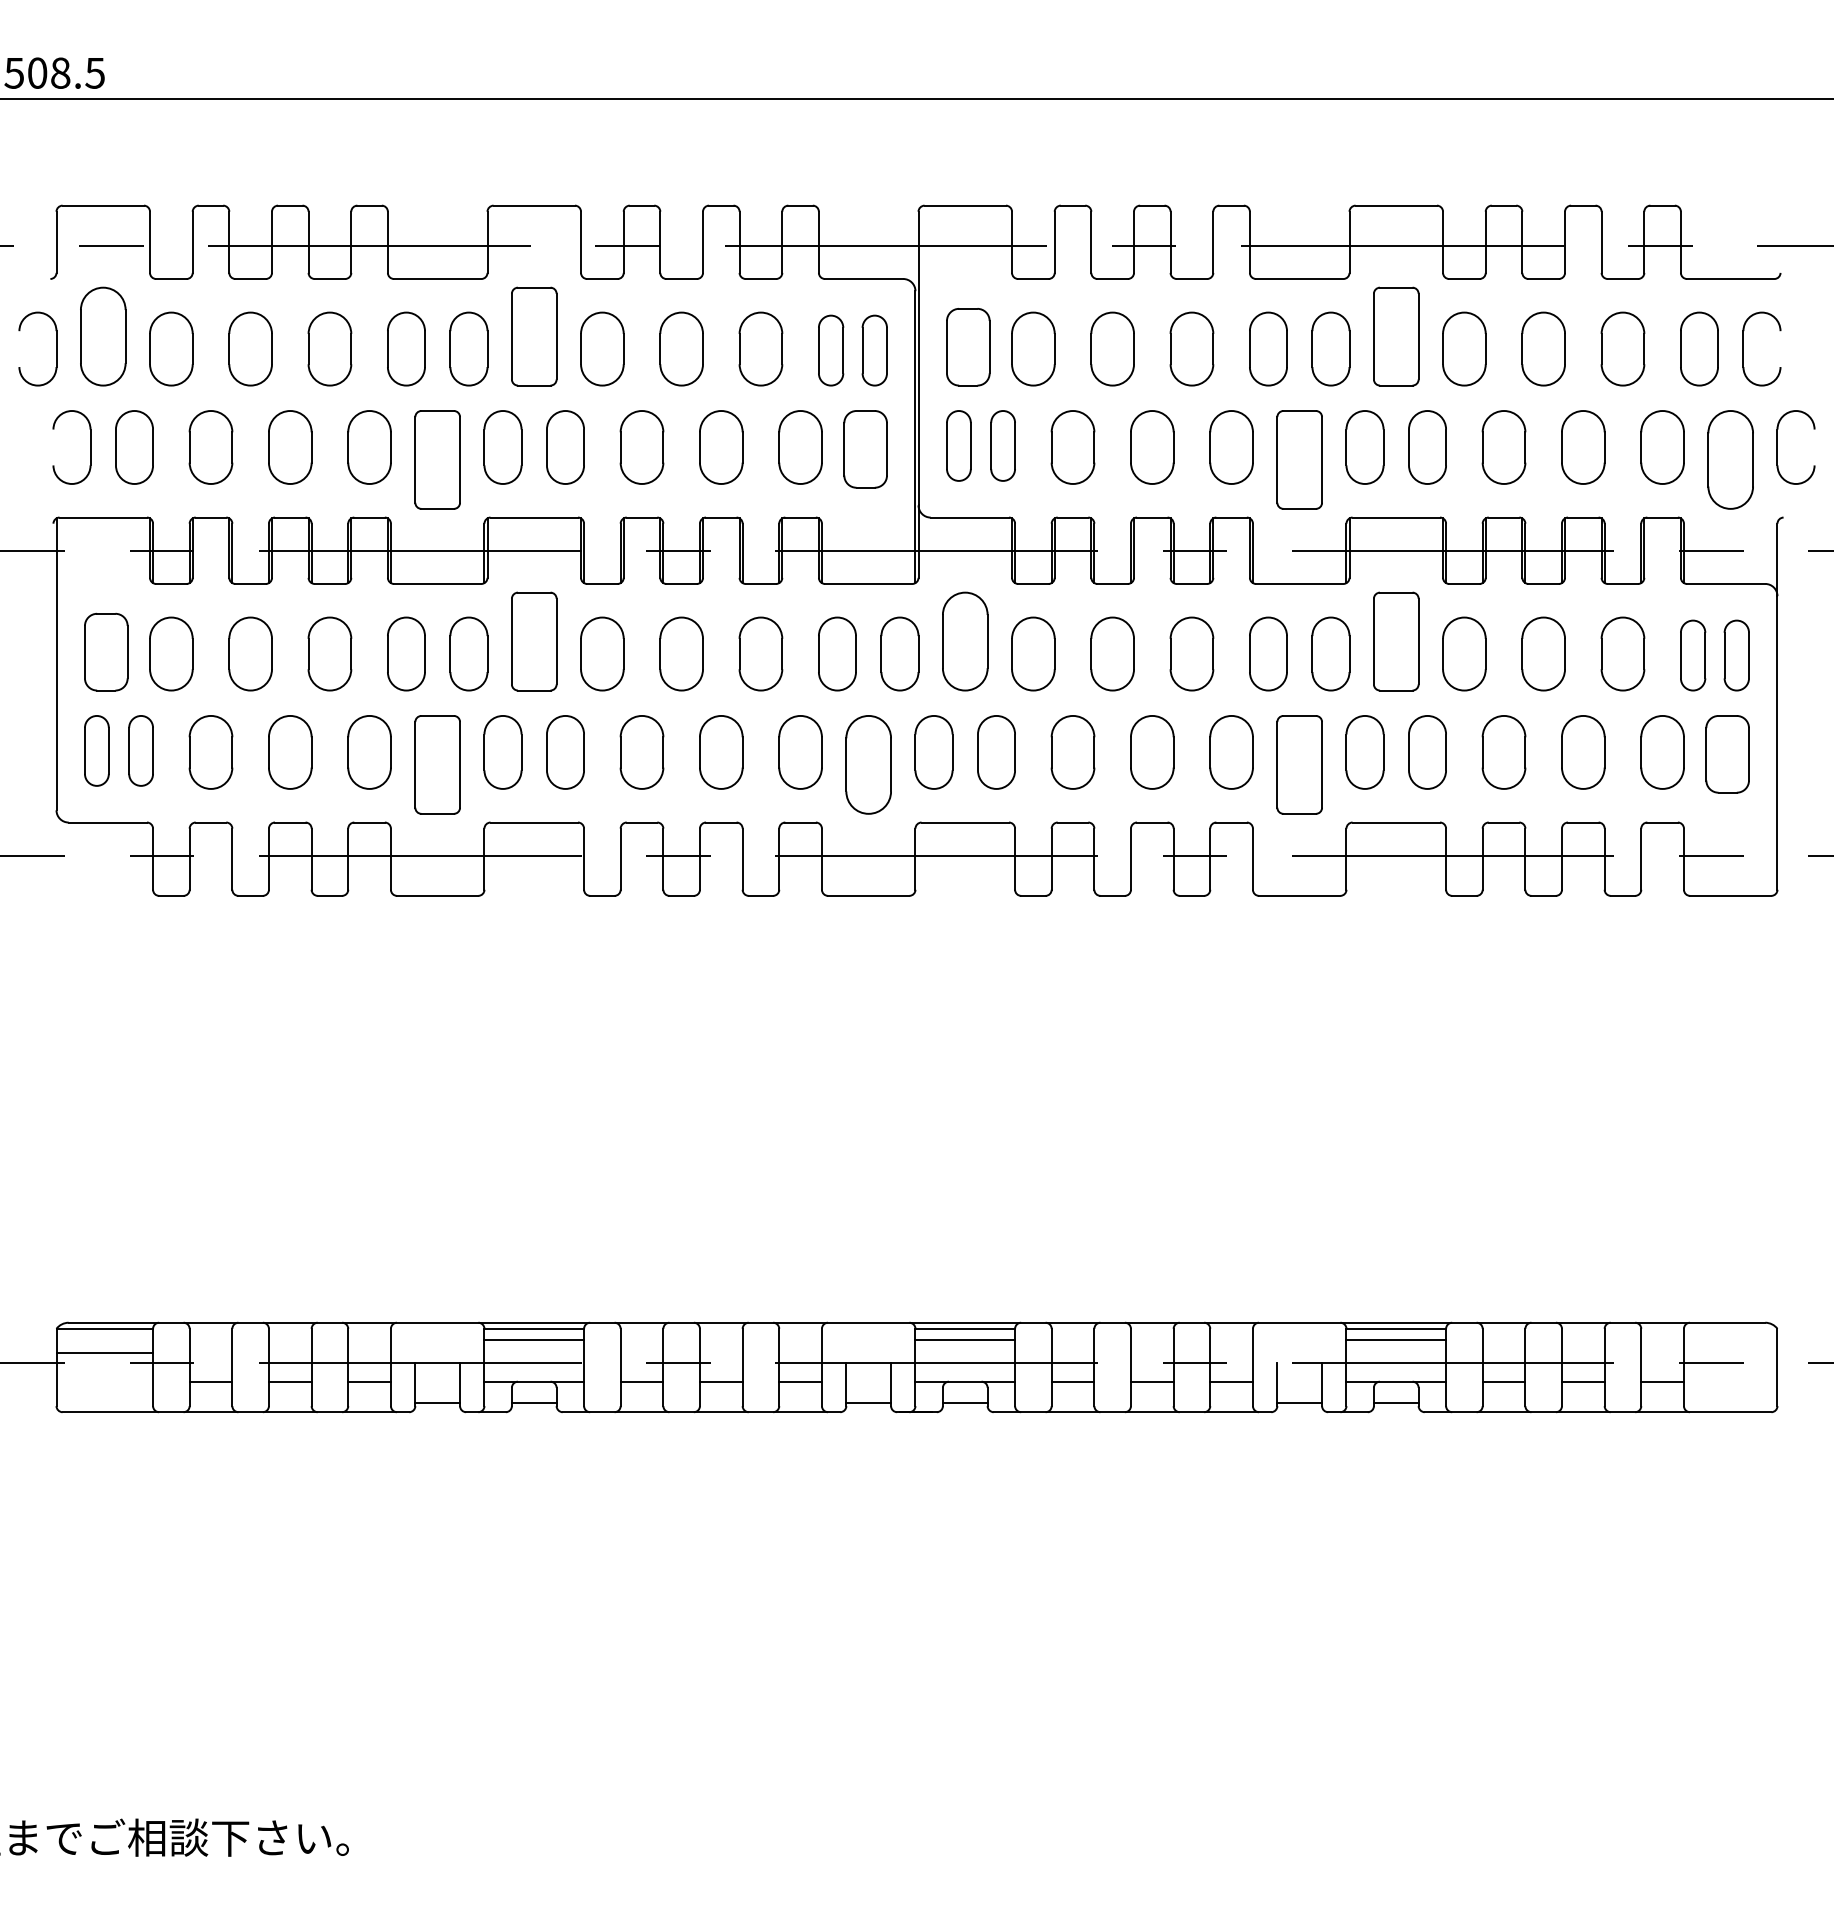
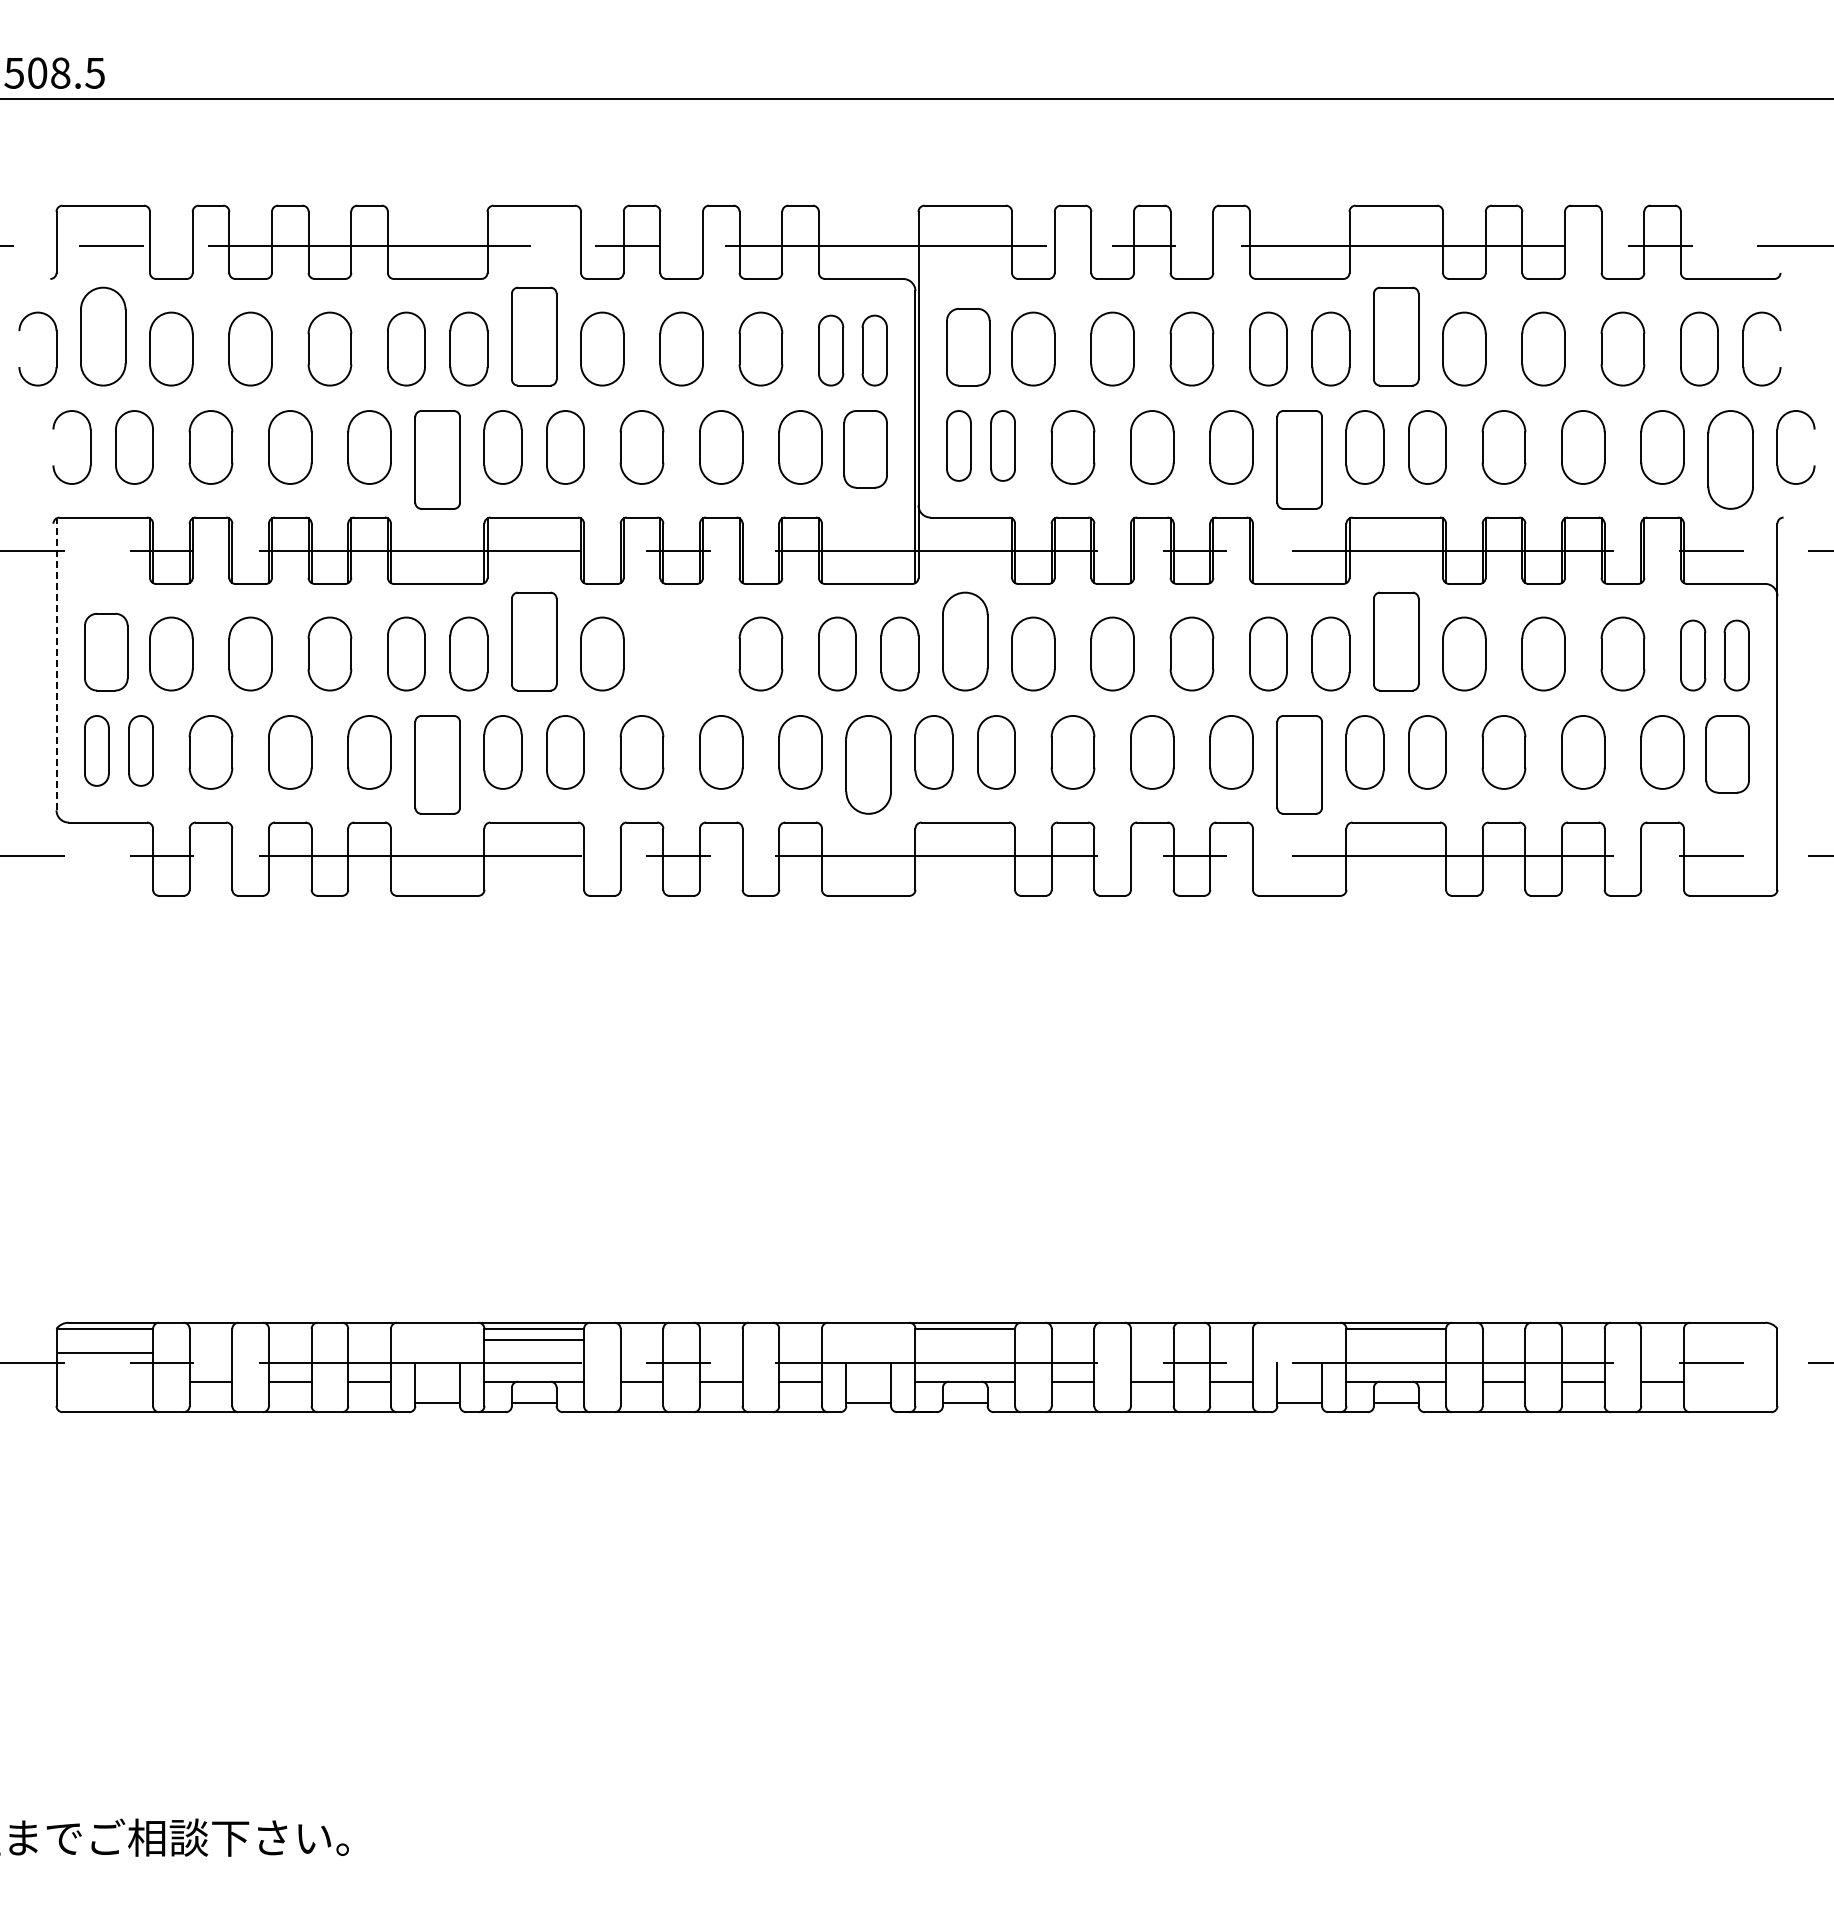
part at (681, 653): present -> none
line at (56, 664): solid -> dashed
line at (965, 1340): present -> none
line at (1396, 1340): present -> none
